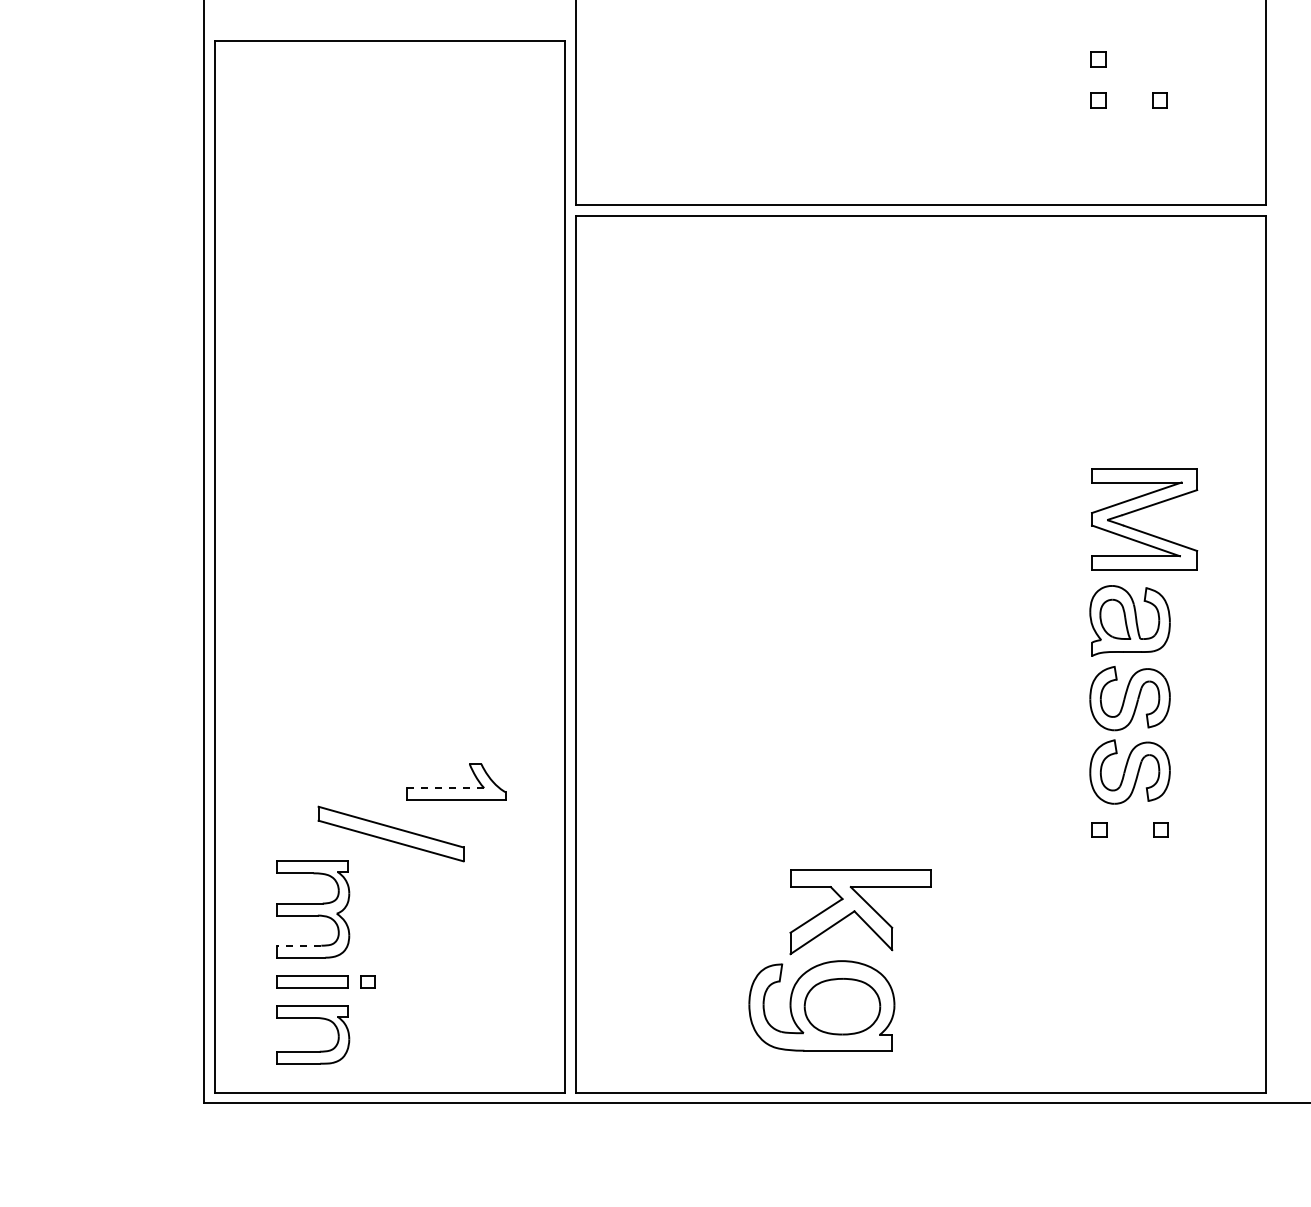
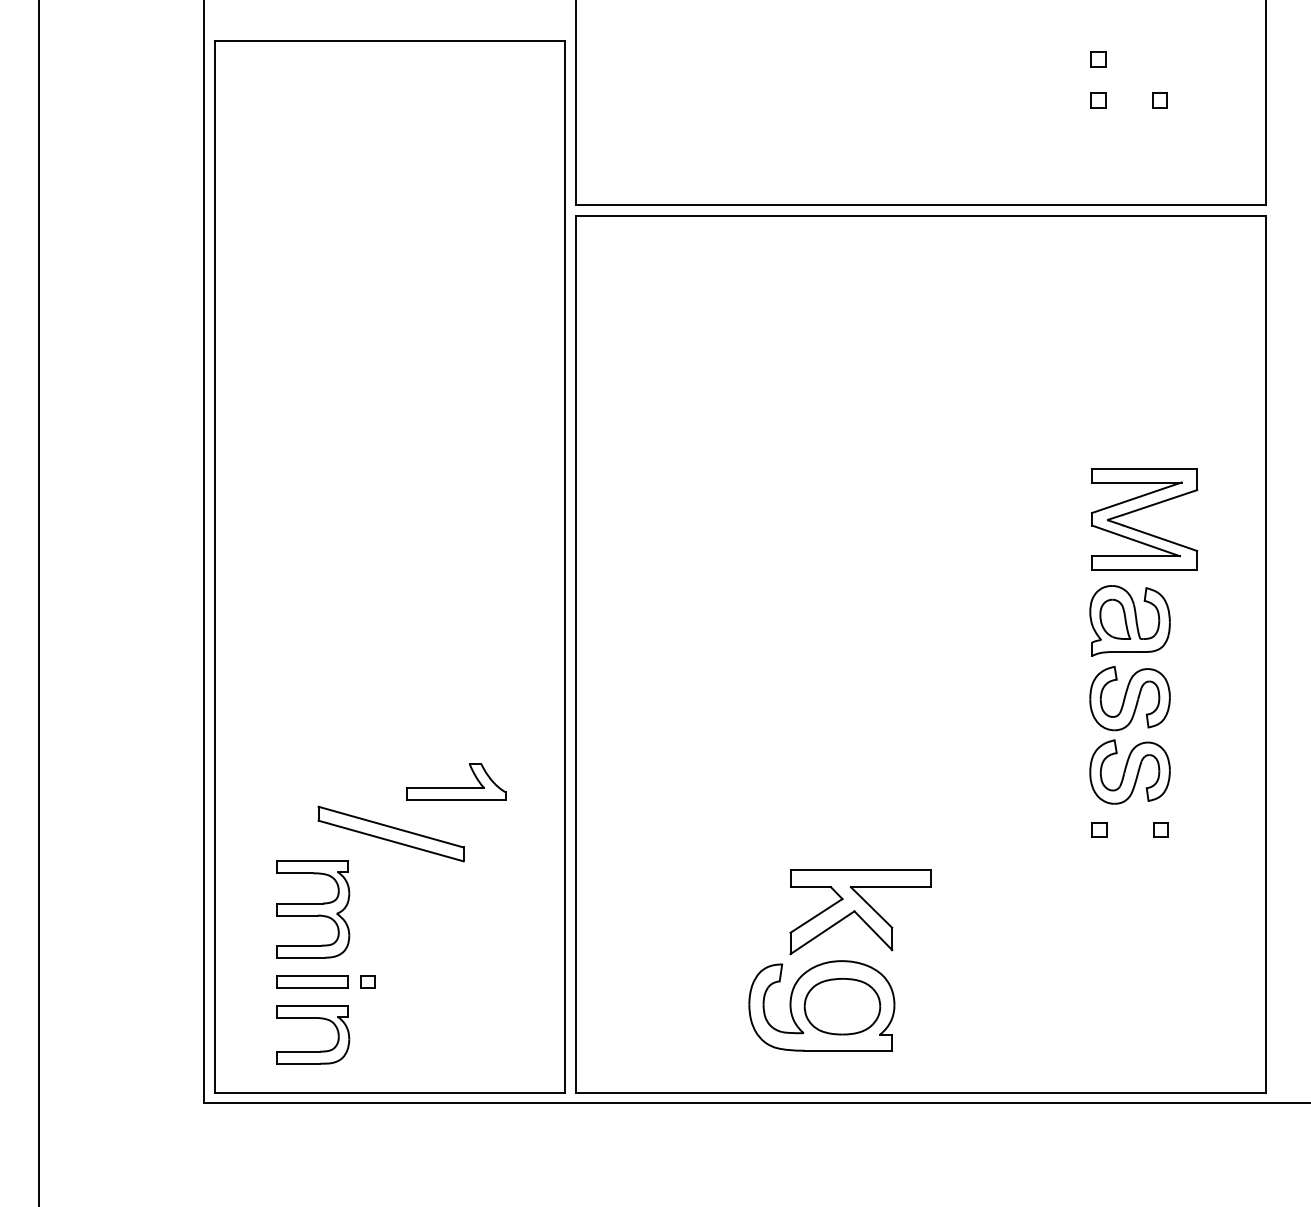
line at (39, 602): none -> present
line at (445, 788): dashed -> solid
line at (298, 945): dashed -> solid
